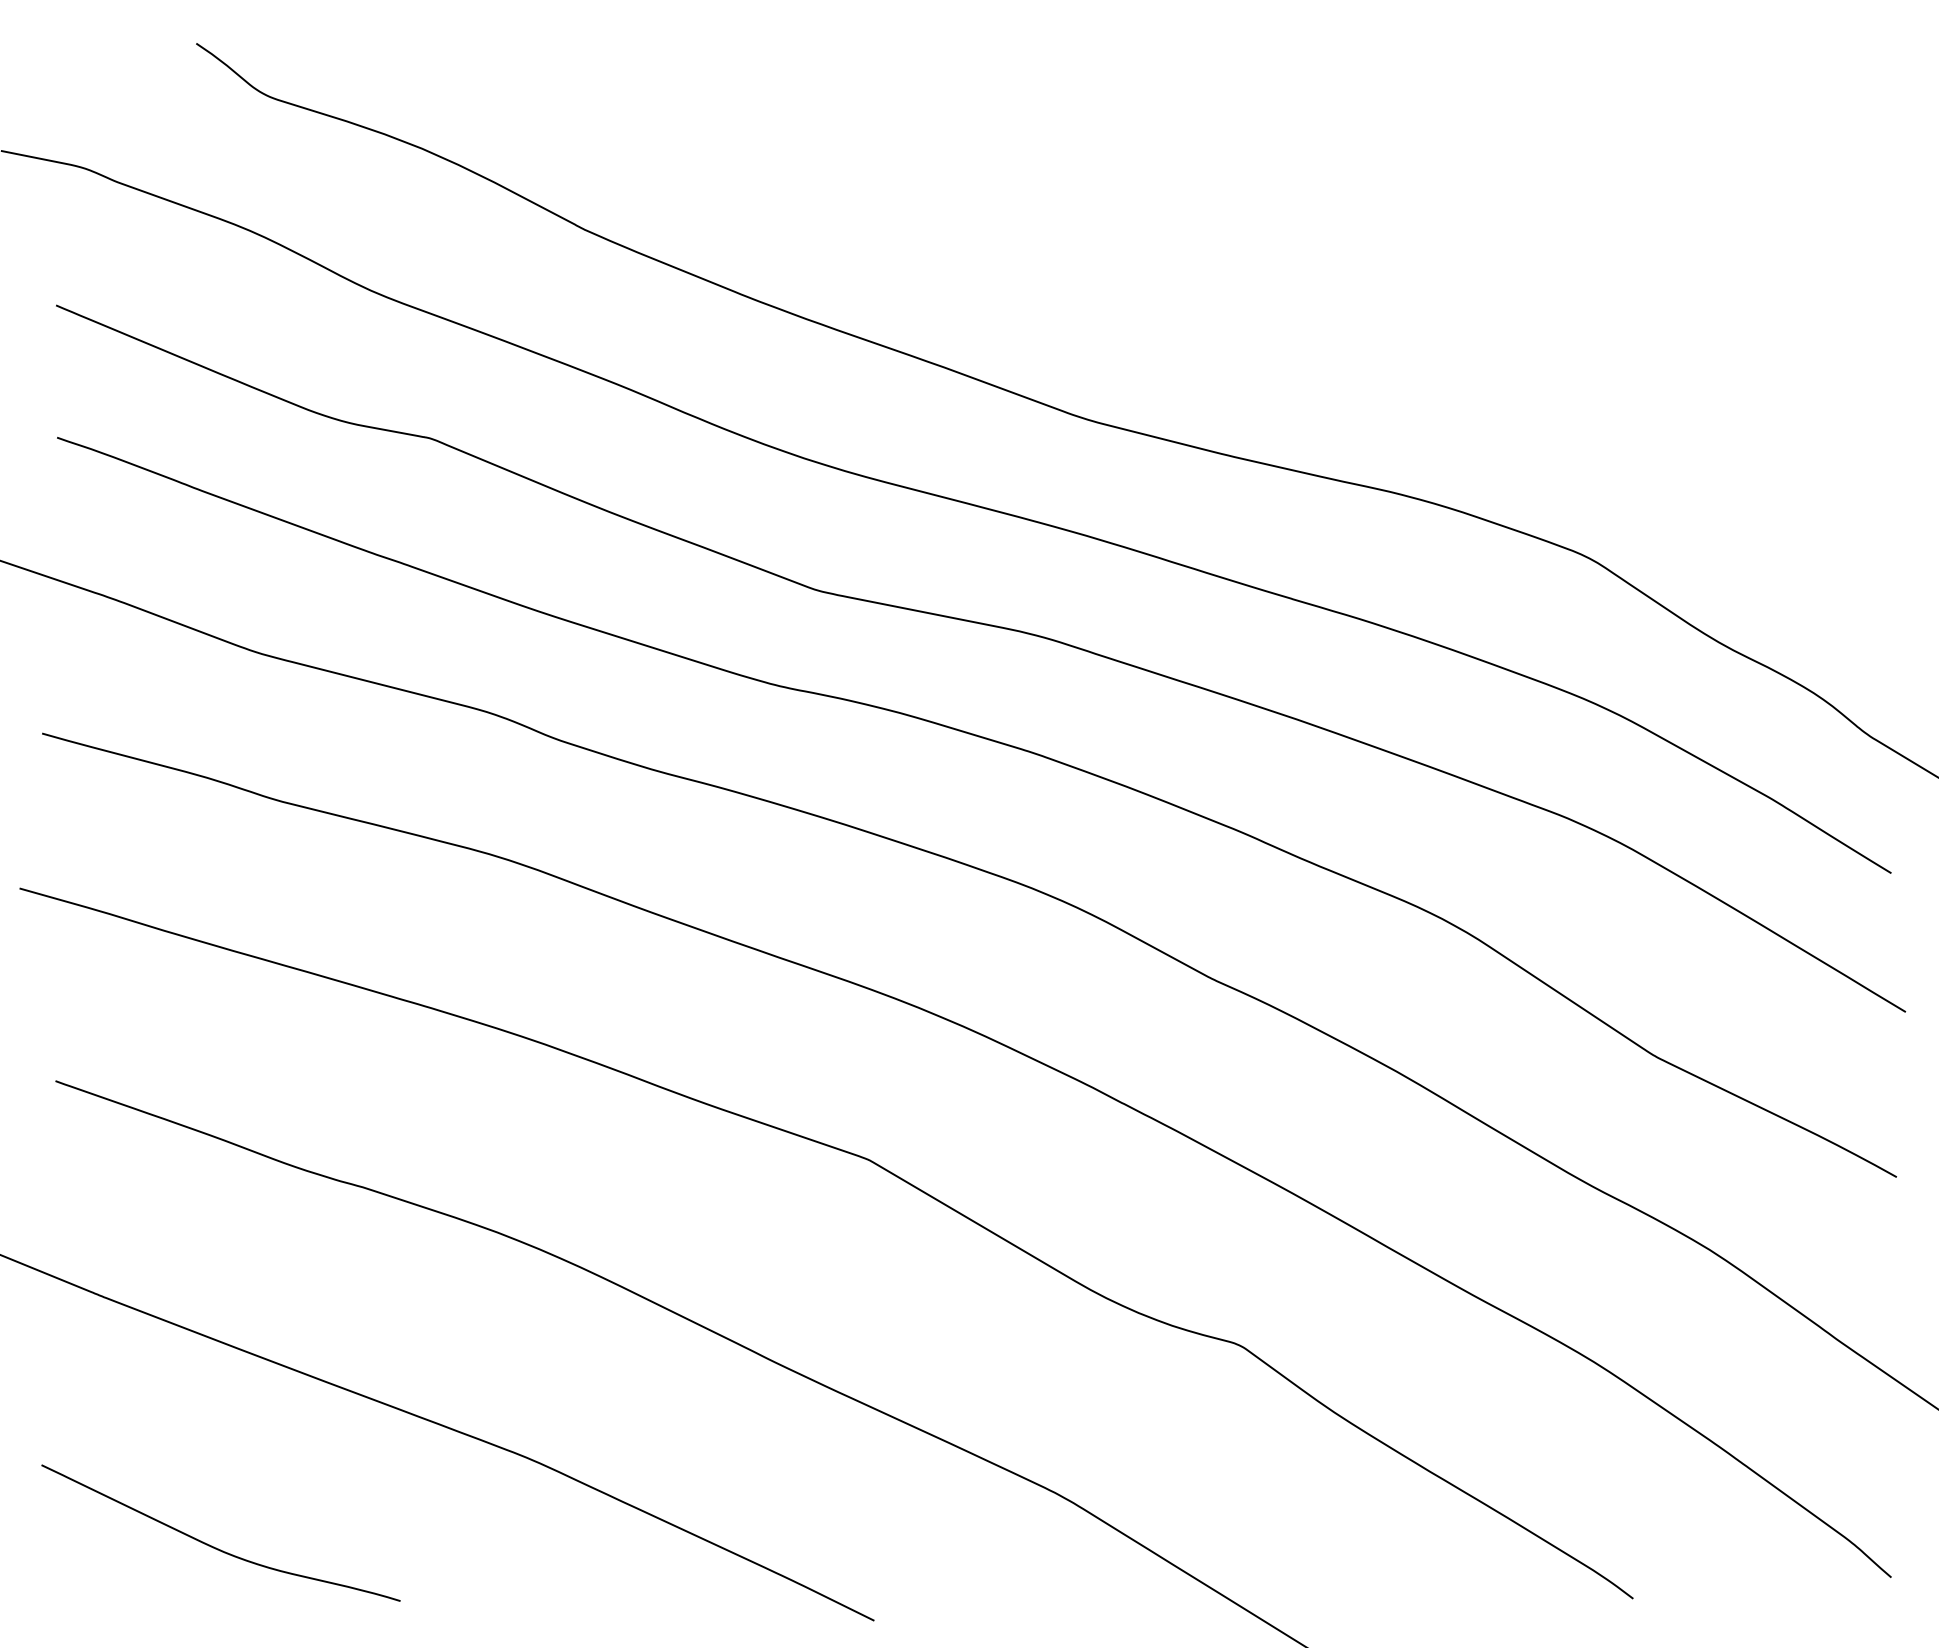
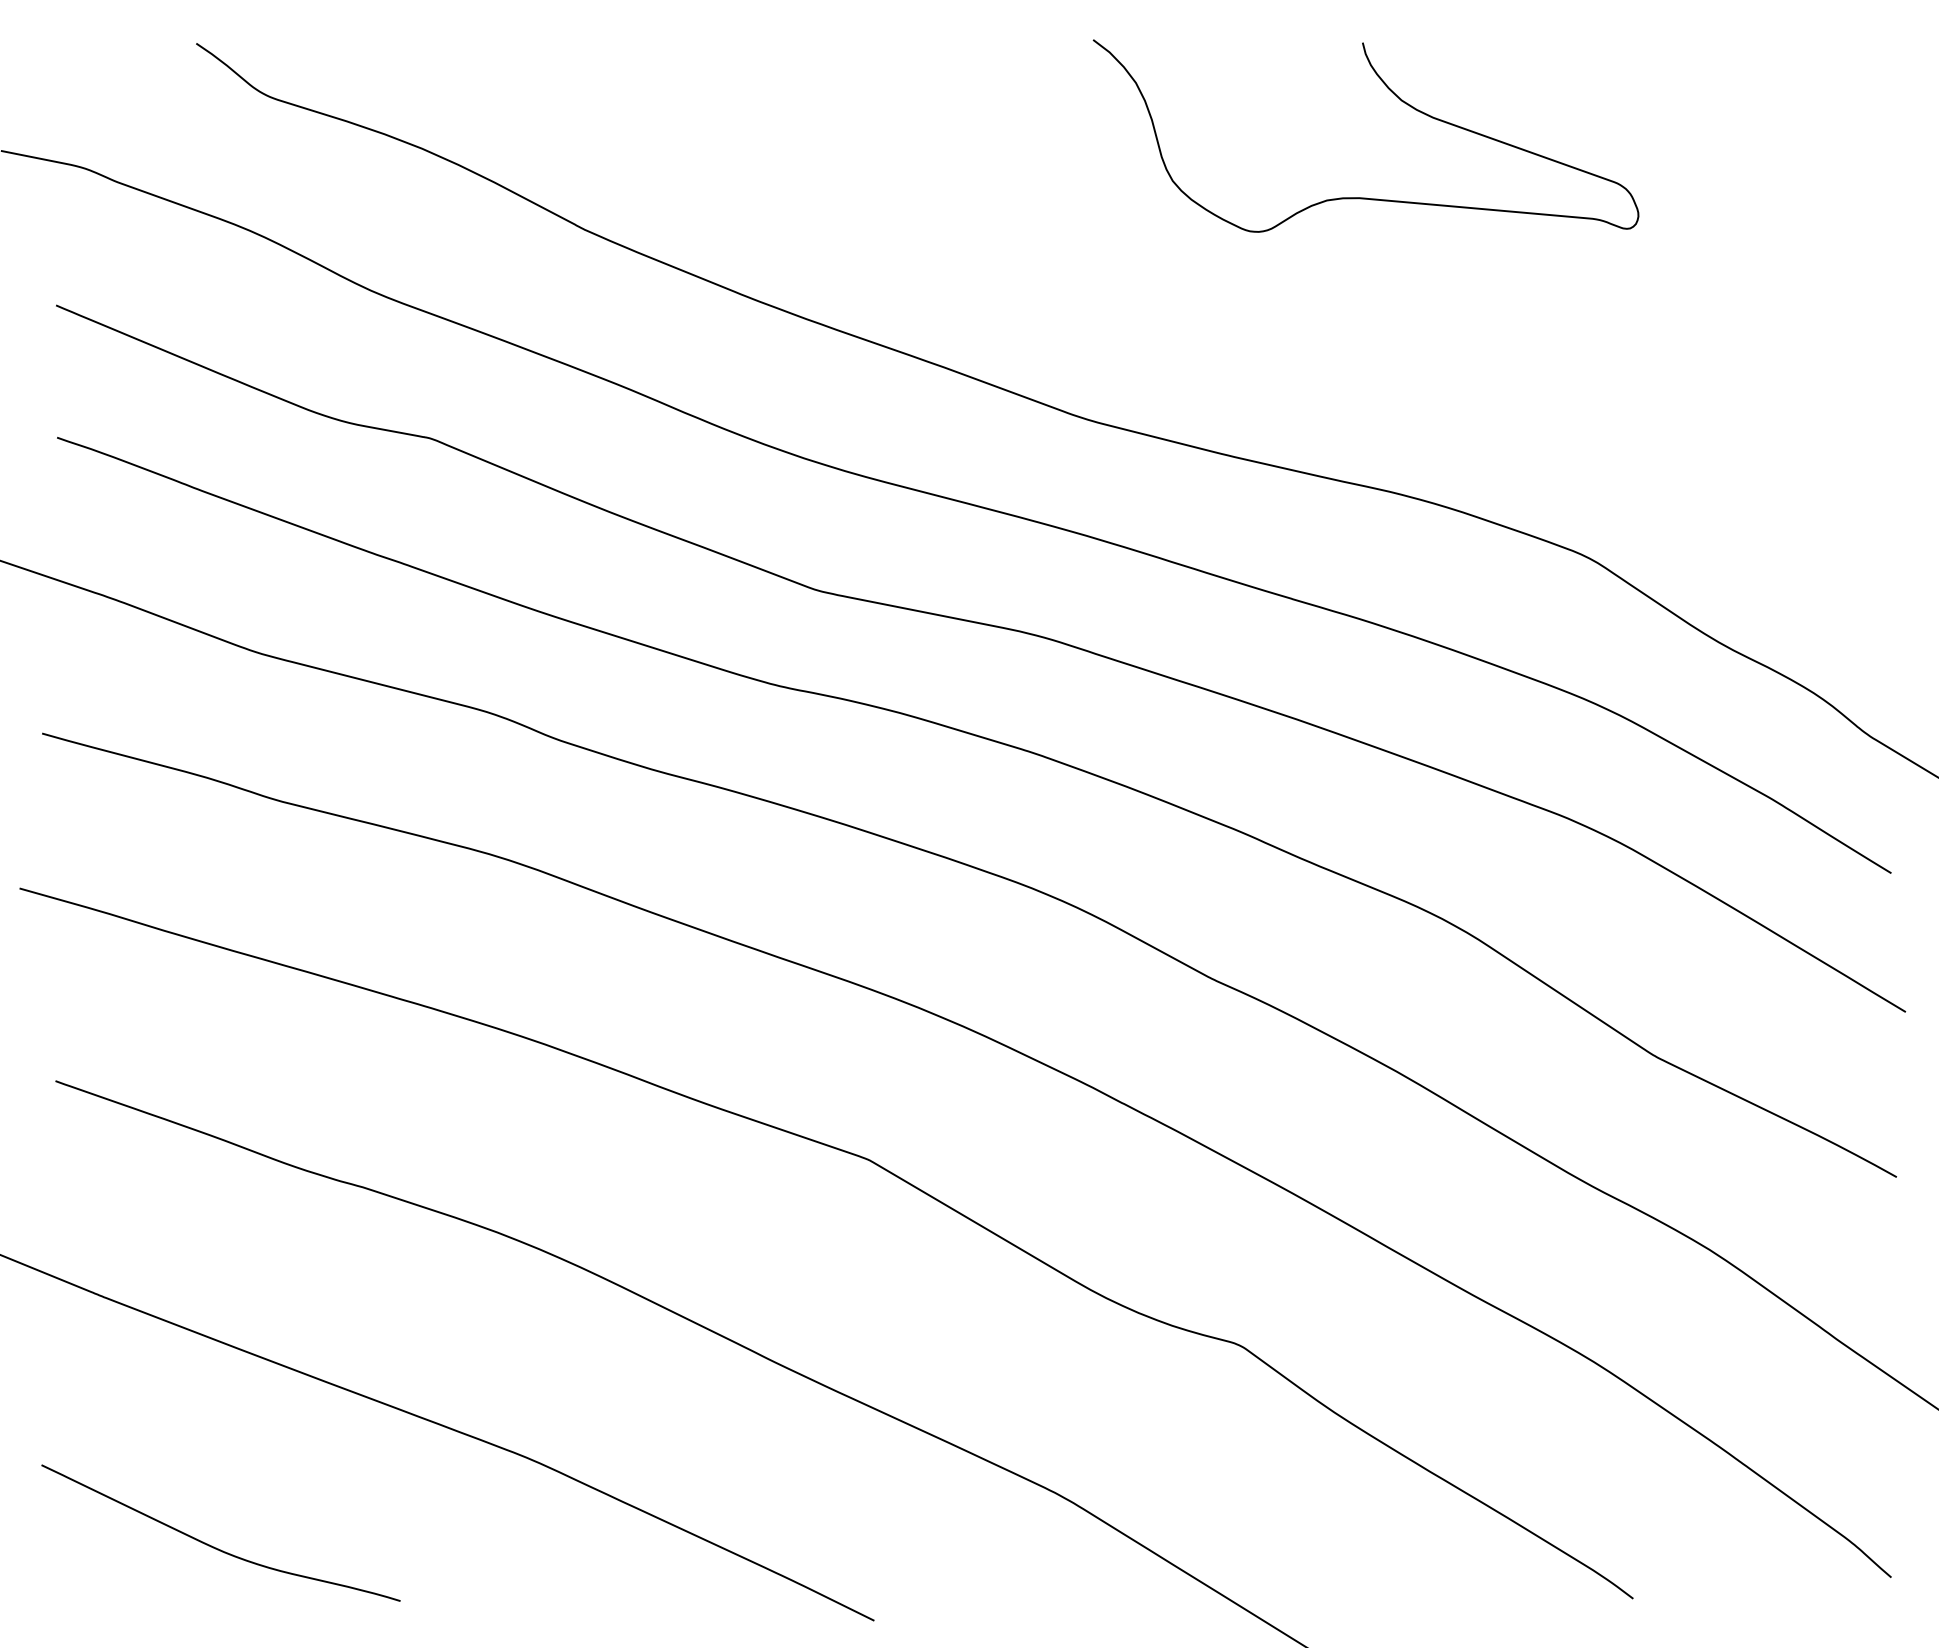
curve at (1394, 95): none -> present
